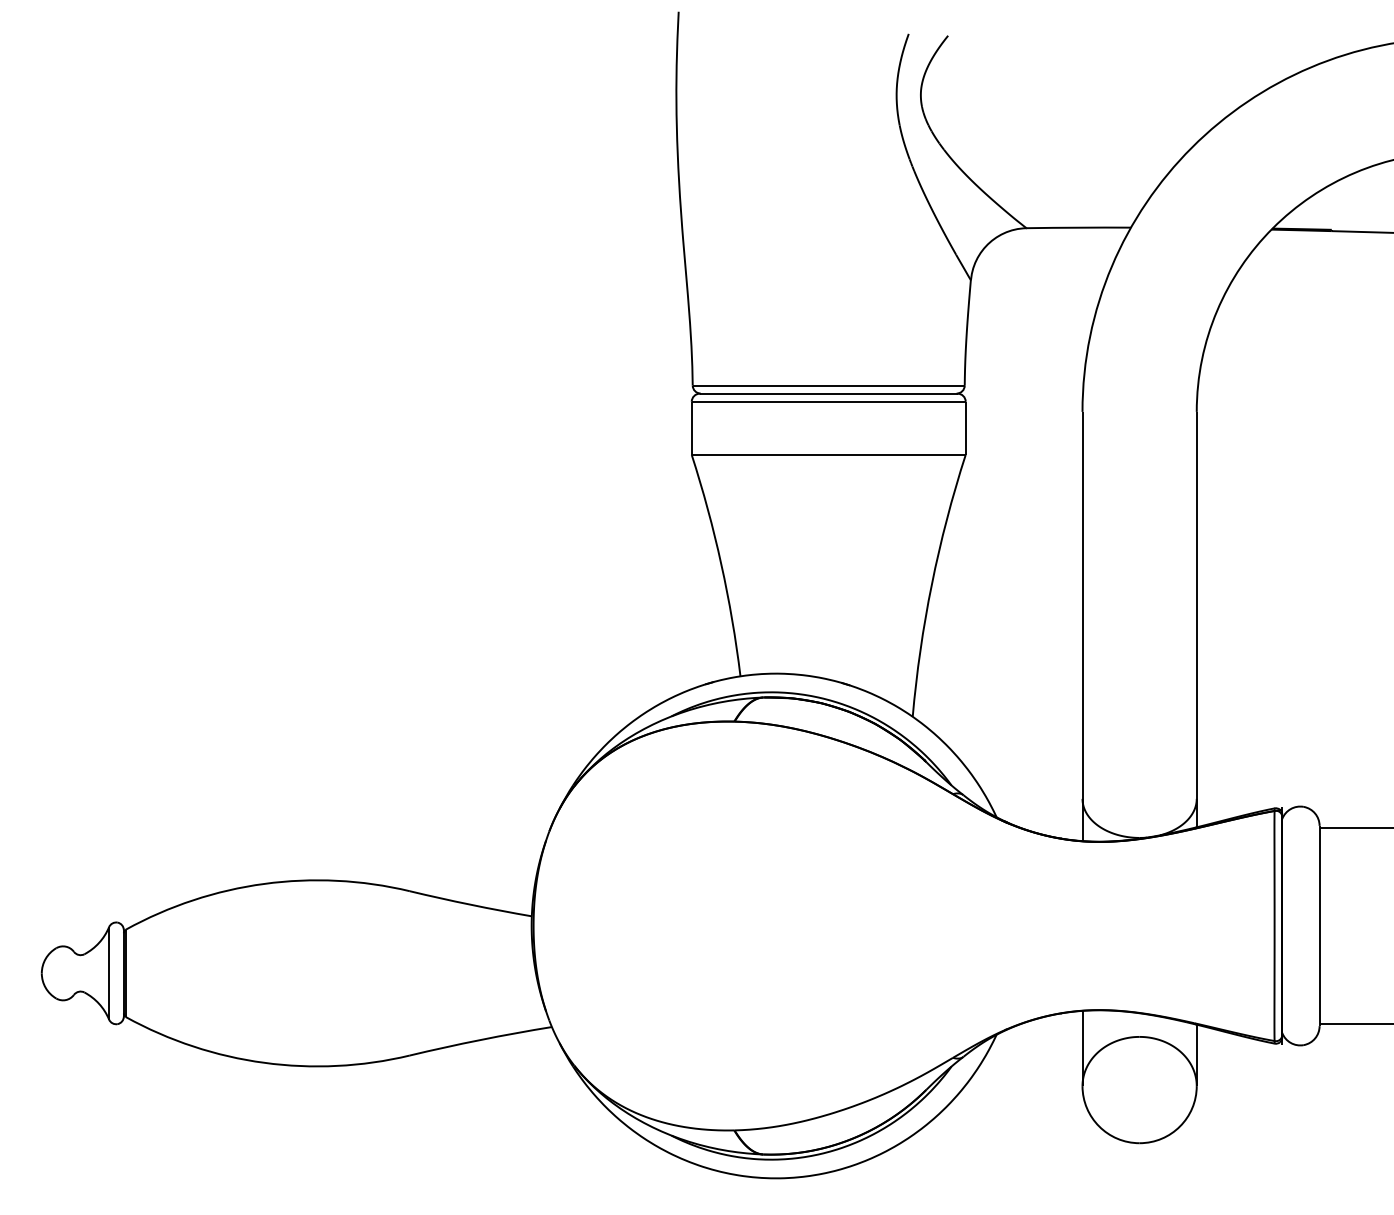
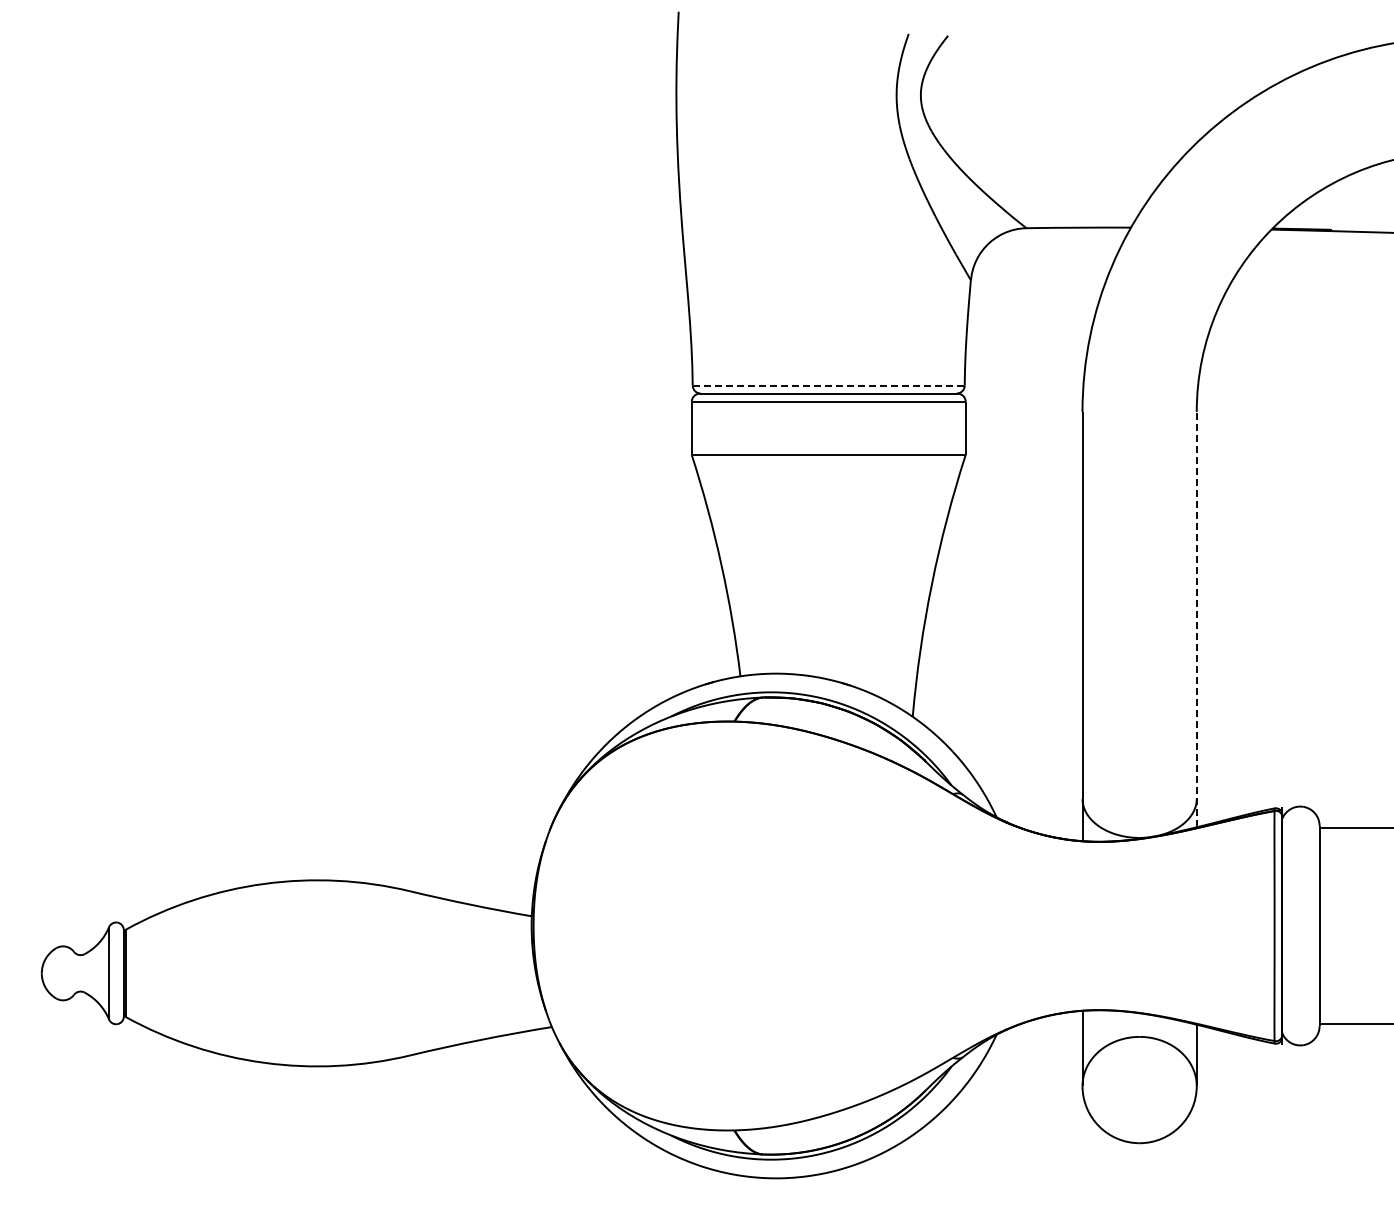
line at (829, 385): solid -> dashed
line at (1196, 619): solid -> dashed
